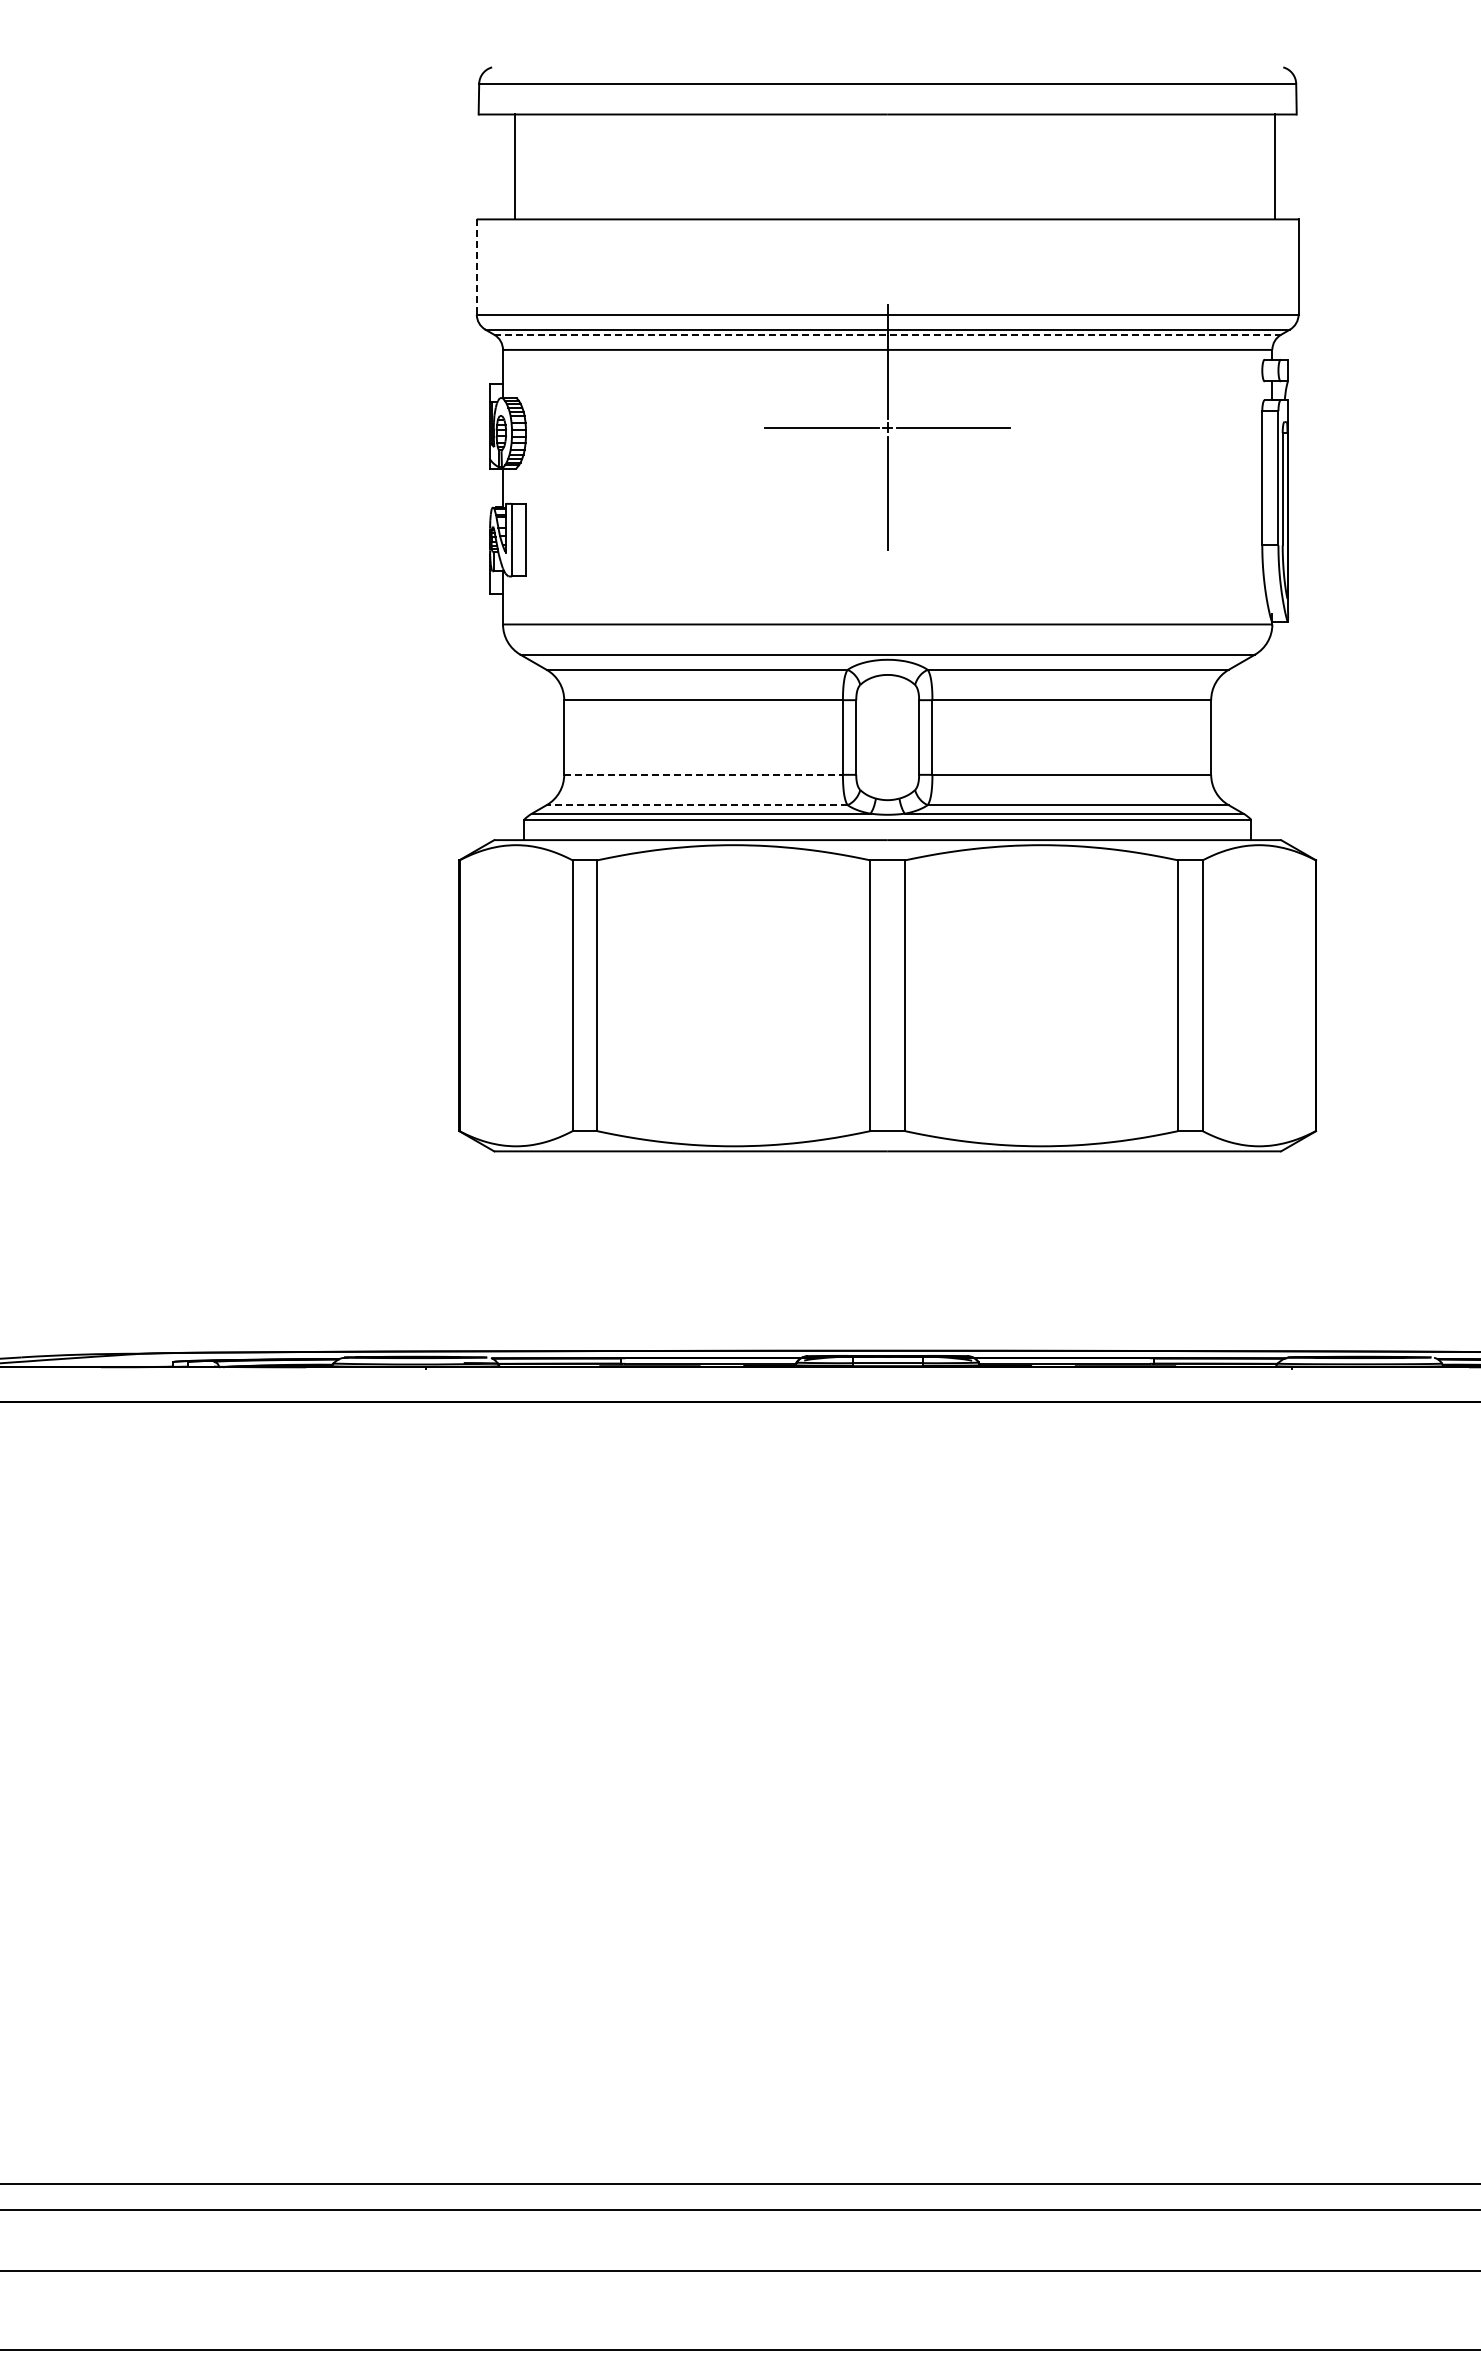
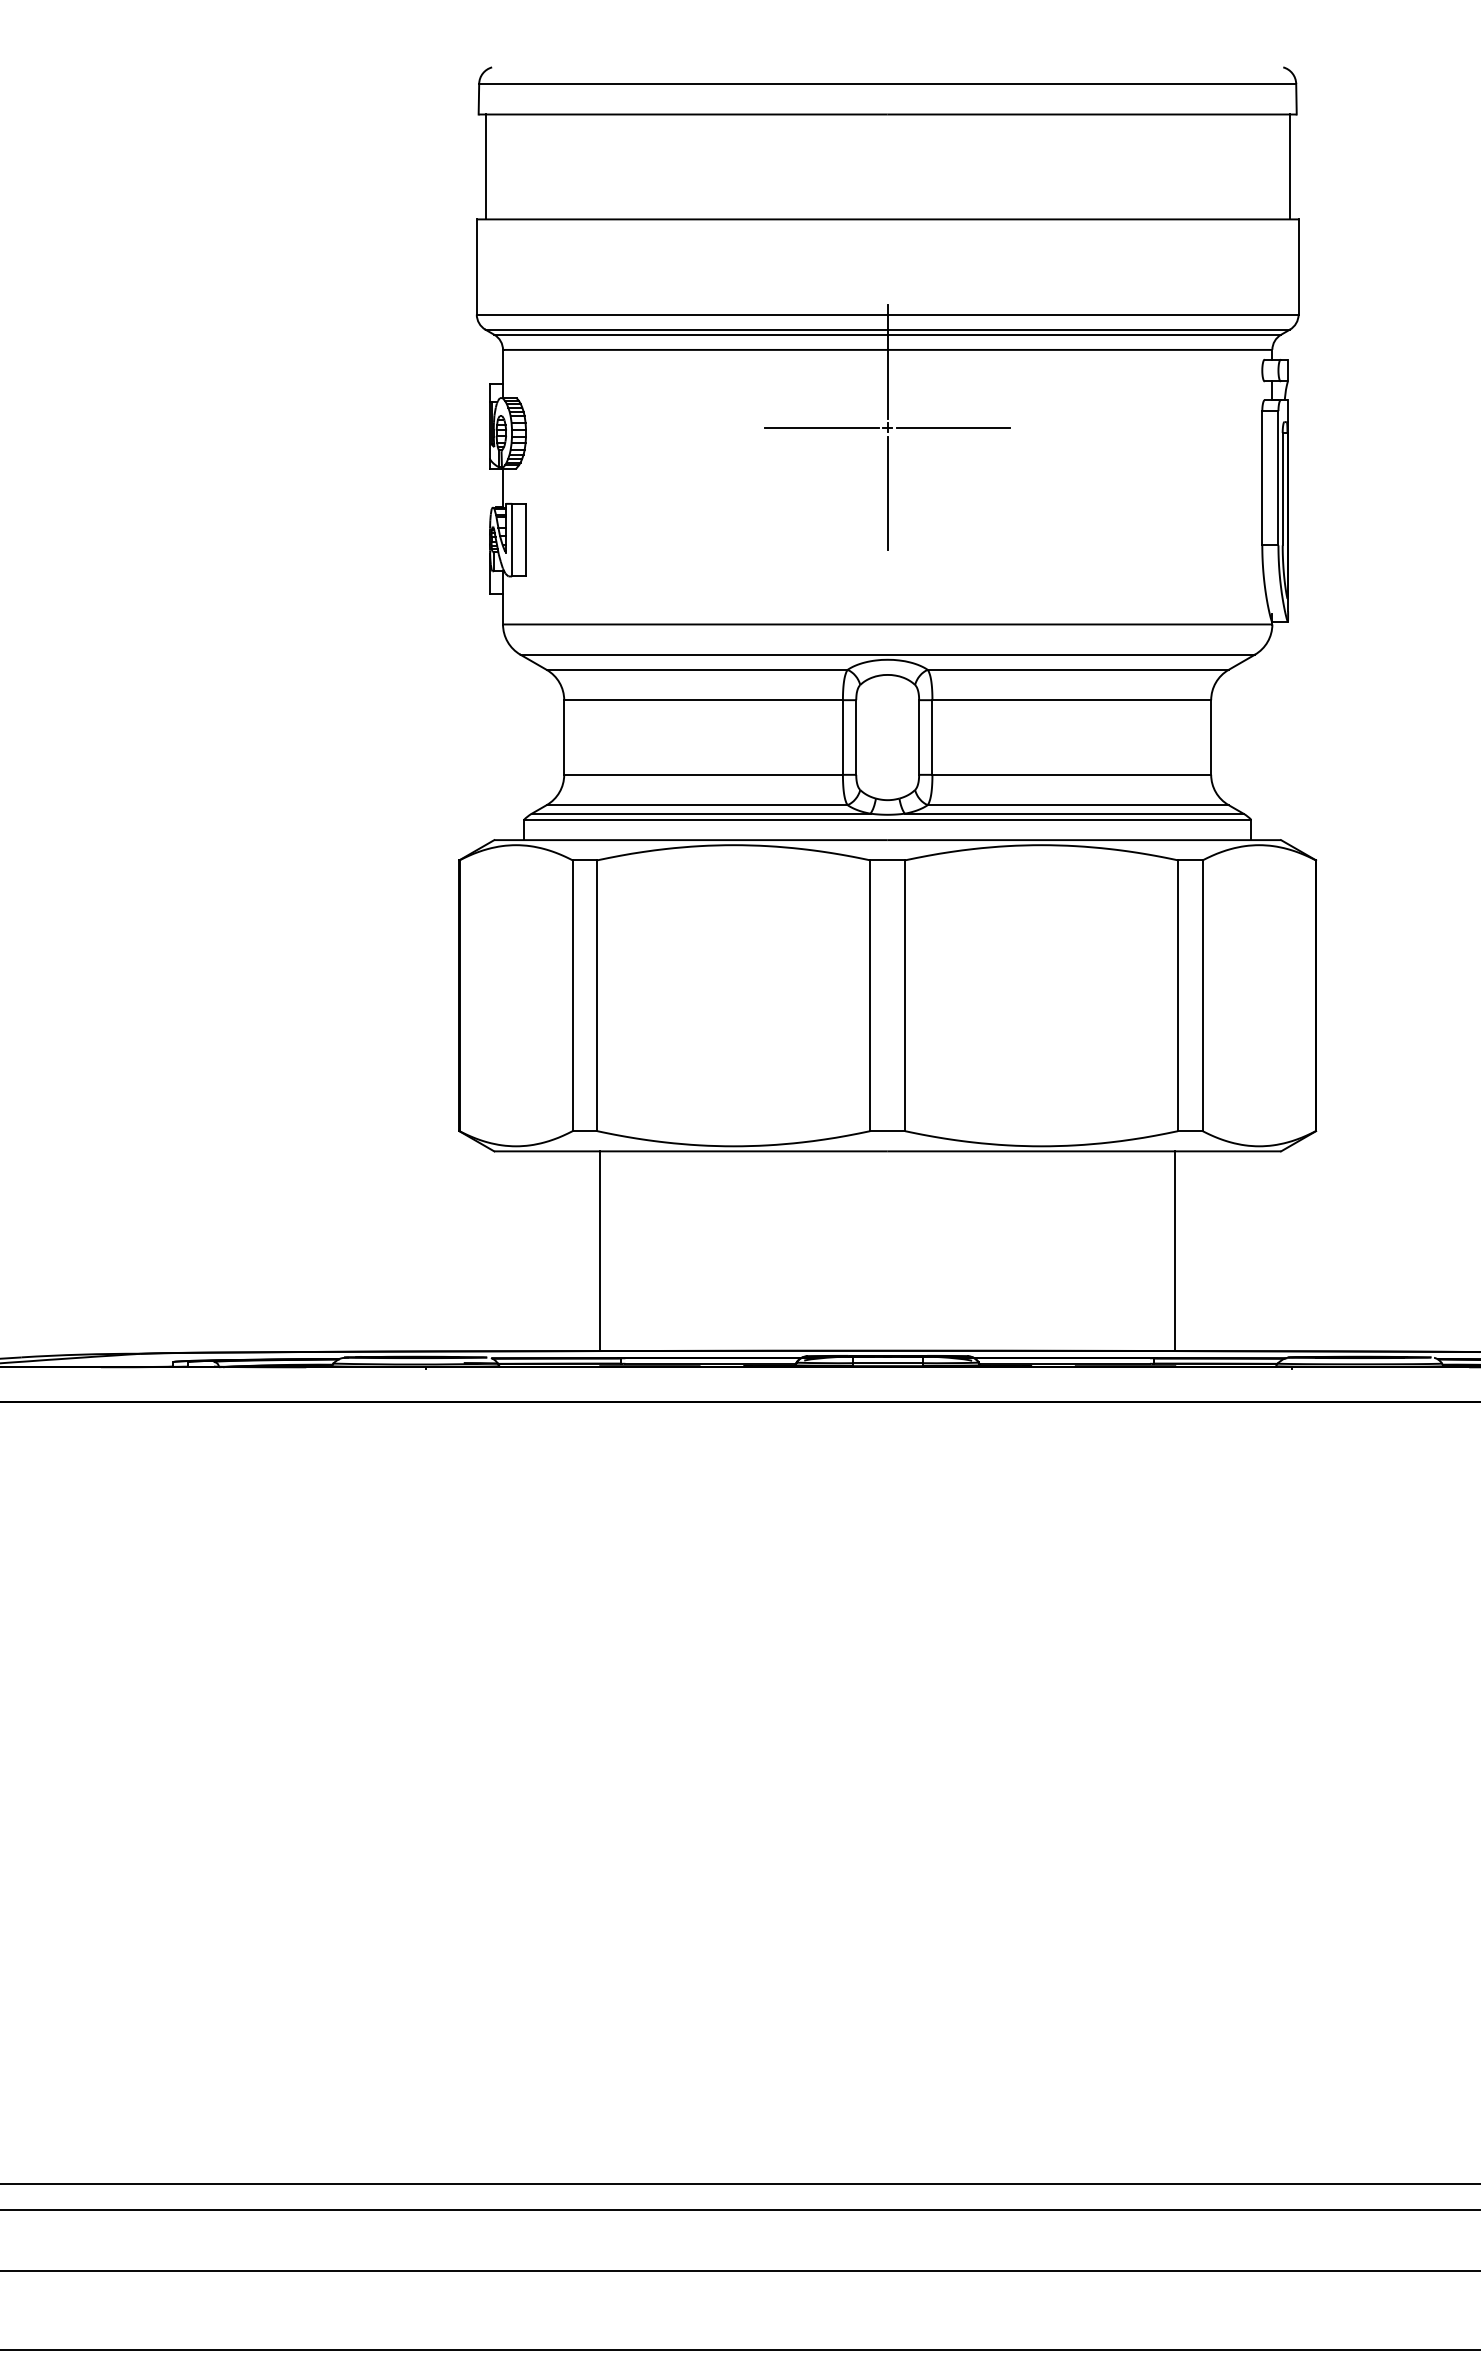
line at (514, 166) position: (514, 166) -> (485, 166)
line at (1274, 166) position: (1274, 166) -> (1289, 166)
line at (476, 266): dashed -> solid
line at (888, 334): dashed -> solid
line at (704, 774): dashed -> solid
line at (696, 805): dashed -> solid
line at (600, 1251): none -> present
line at (1175, 1251): none -> present
